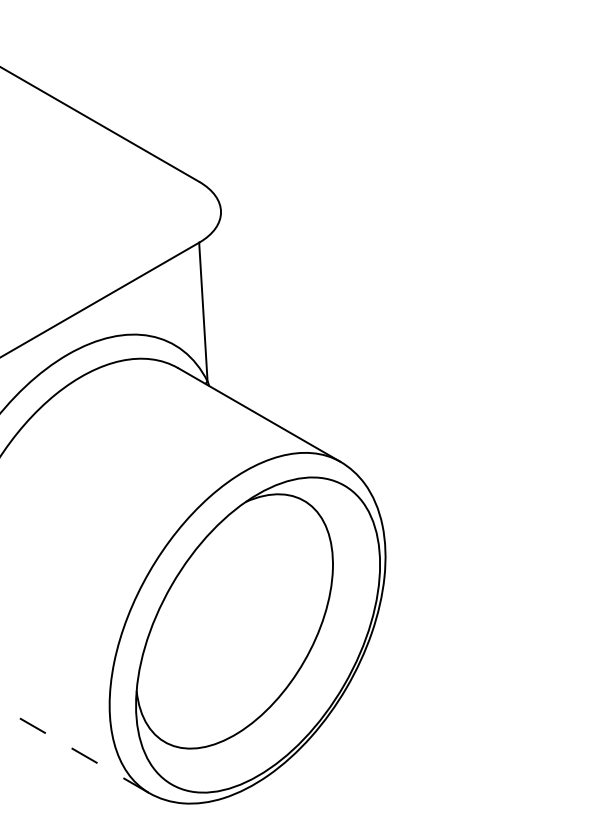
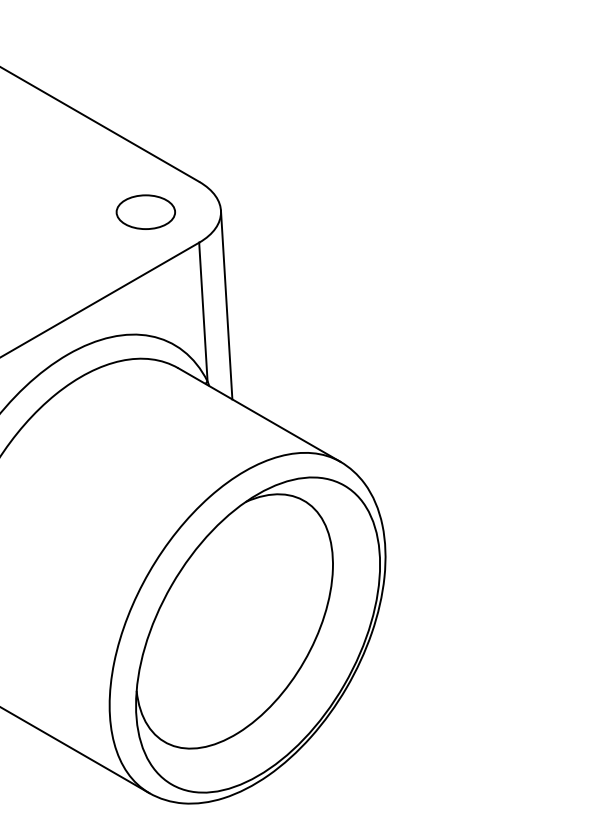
part at (145, 211): none -> present
line at (226, 304): none -> present
line at (74, 750): dashed -> solid
